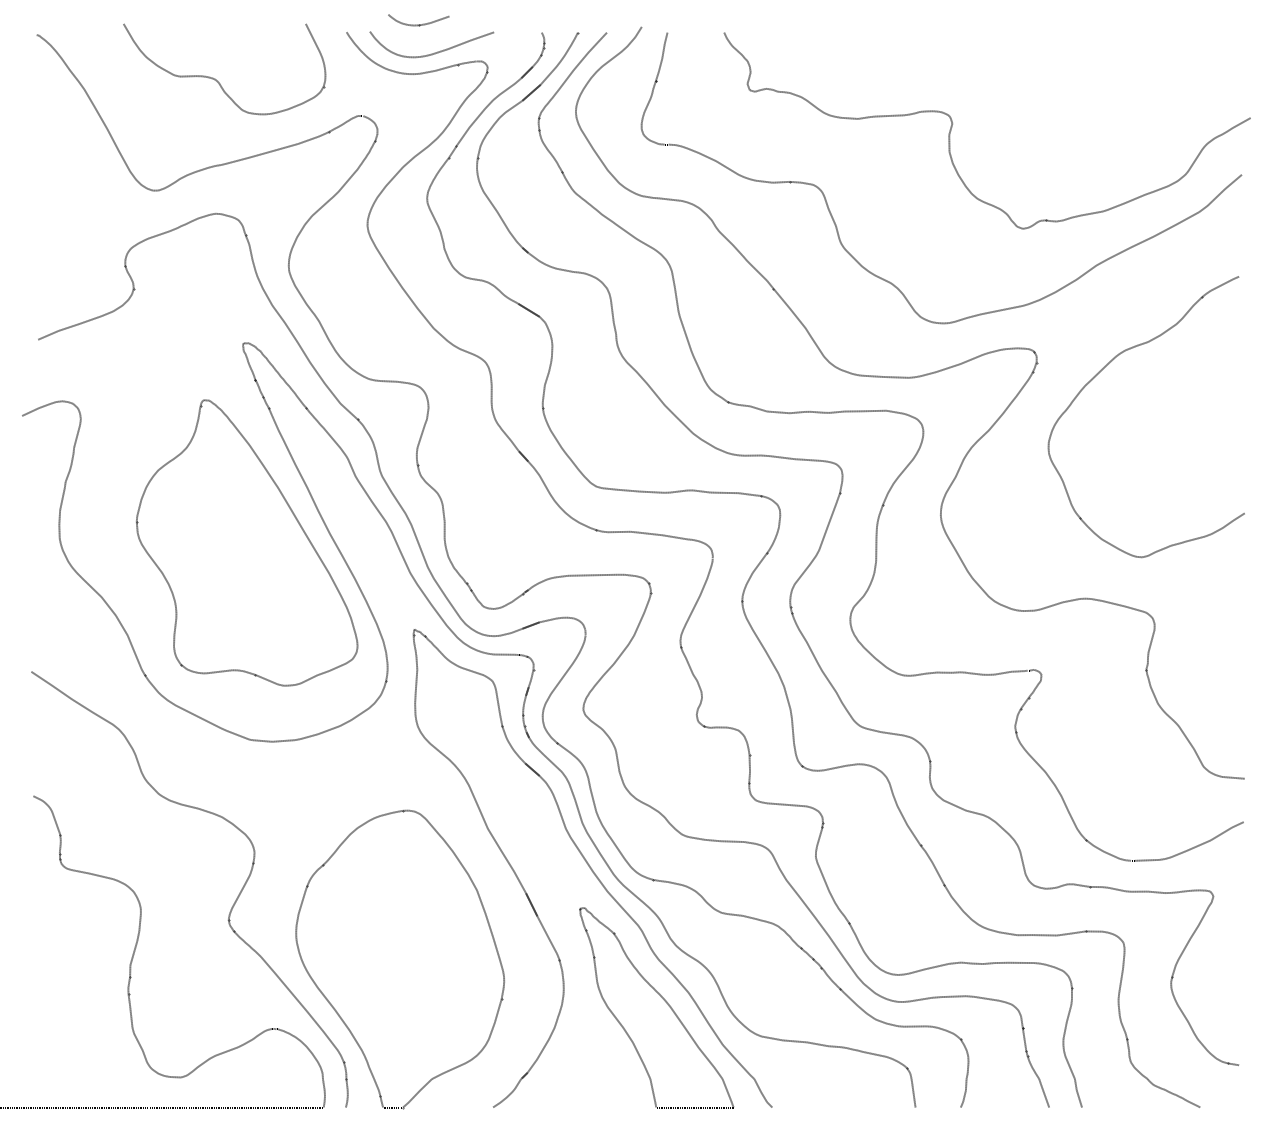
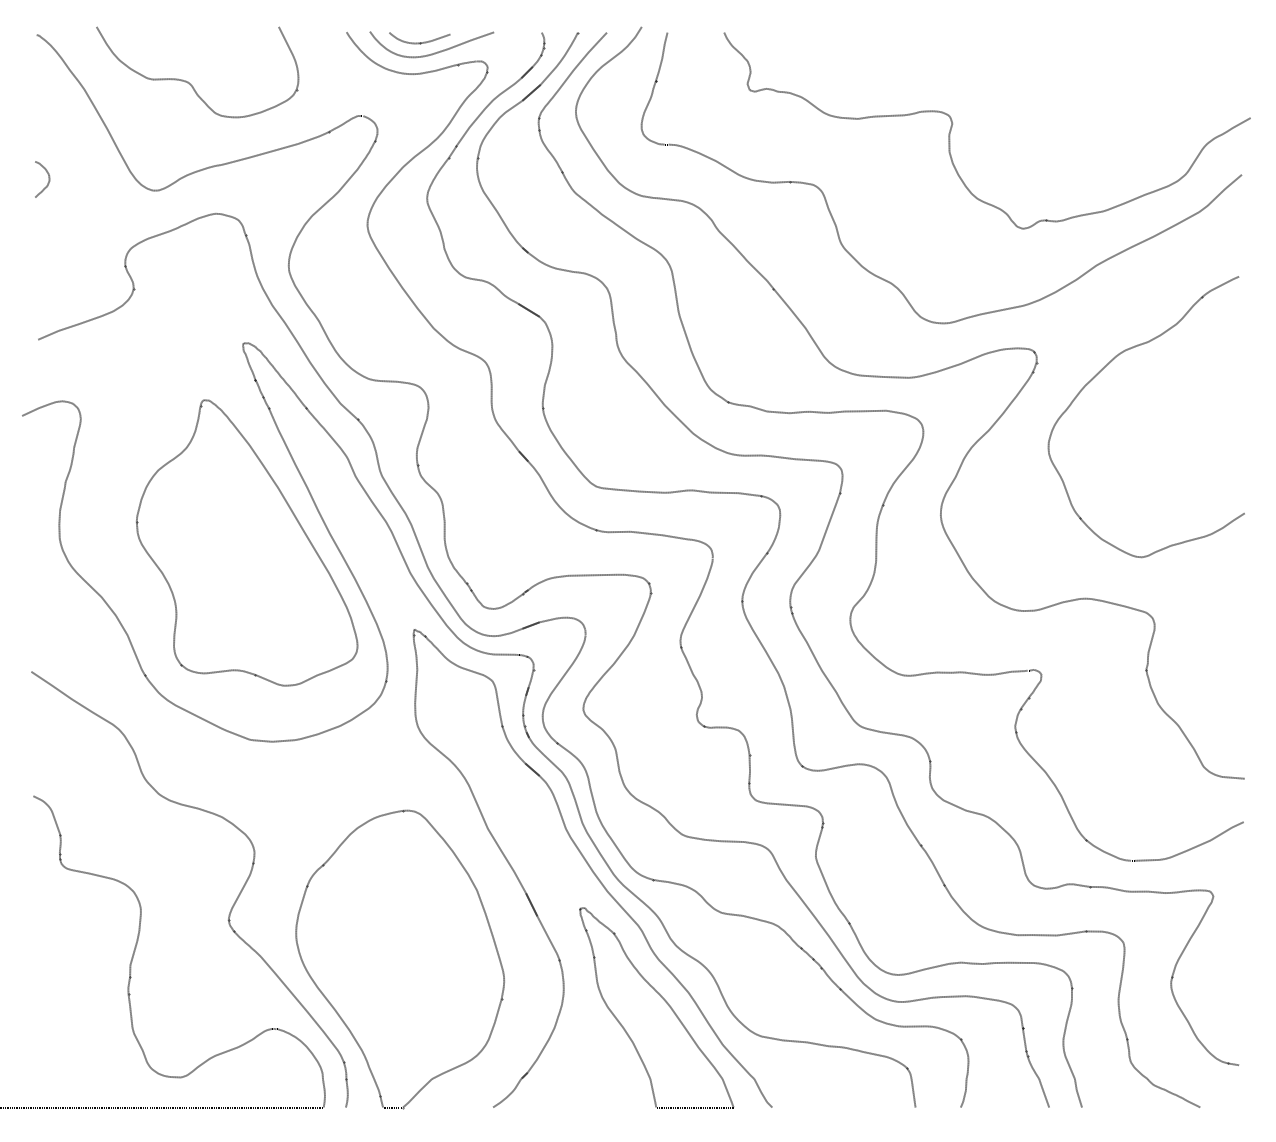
curve at (418, 24) position: (418, 24) -> (419, 42)
curve at (215, 78) position: (215, 78) -> (188, 81)
curve at (48, 179): none -> present
